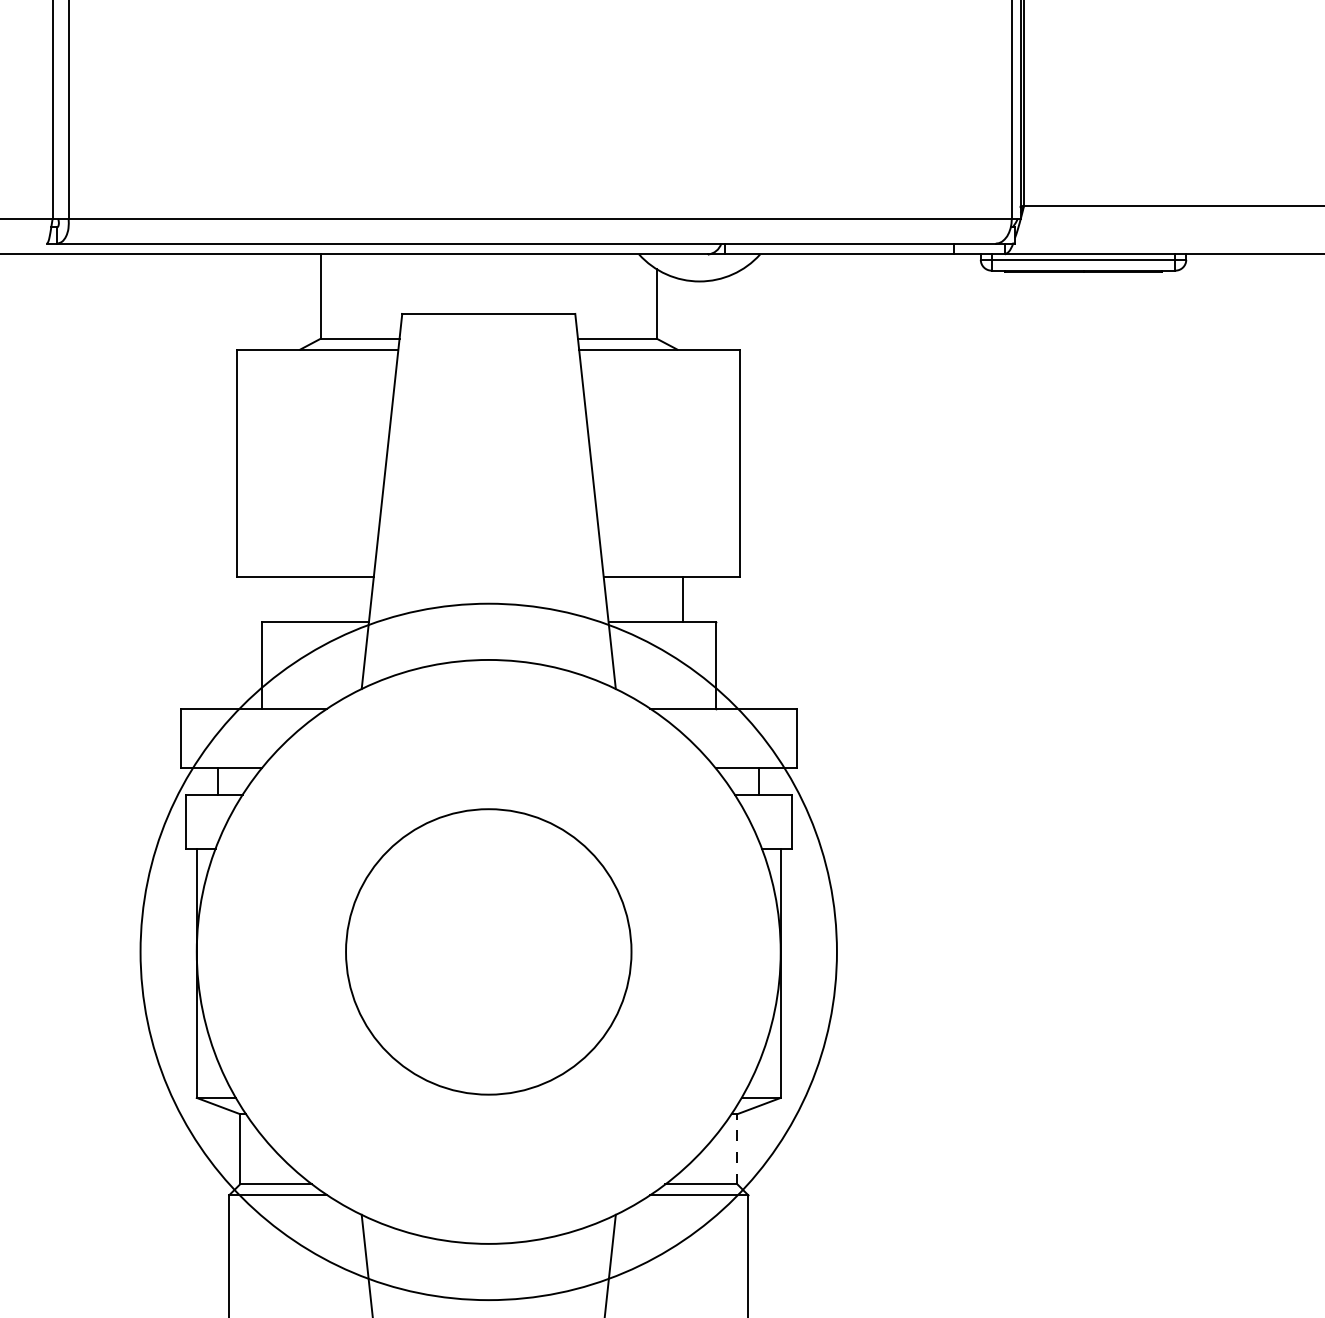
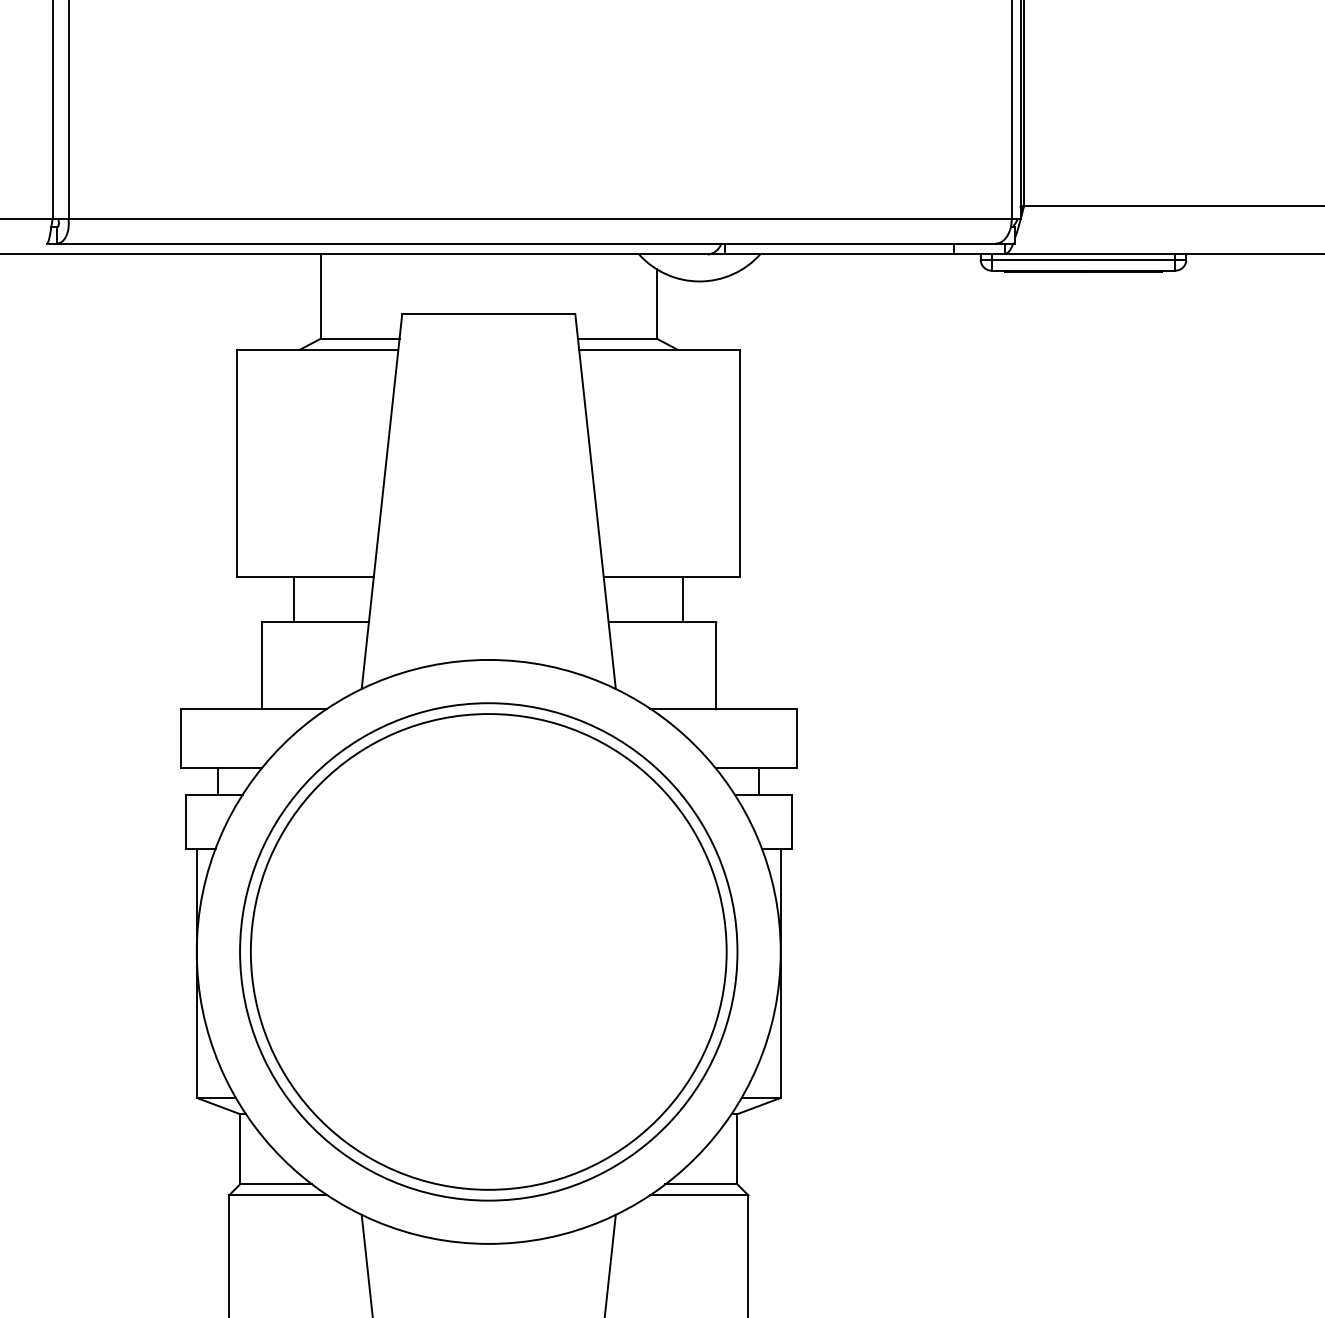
line at (294, 599): none -> present
circle at (488, 951) diameter: 285 px -> 476 px
circle at (488, 951) diameter: 696 px -> 497 px
line at (737, 1148): dashed -> solid
